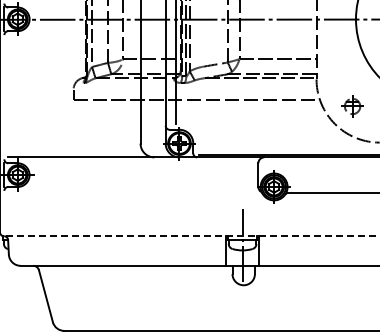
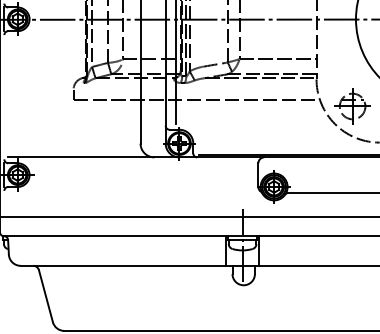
part at (352, 106) size: 23x23 px -> 37x37 px
line at (189, 216): none -> present
line at (191, 236): dashed -> solid
